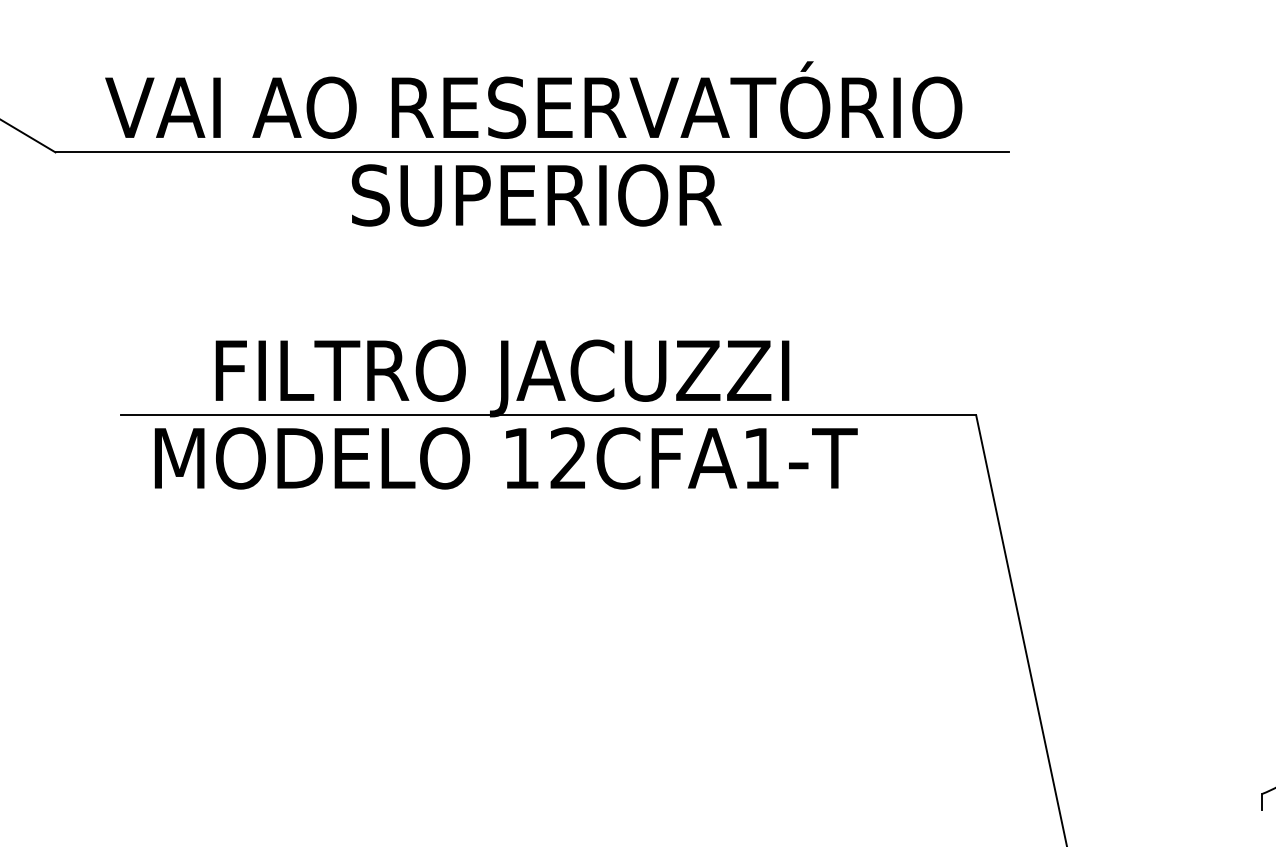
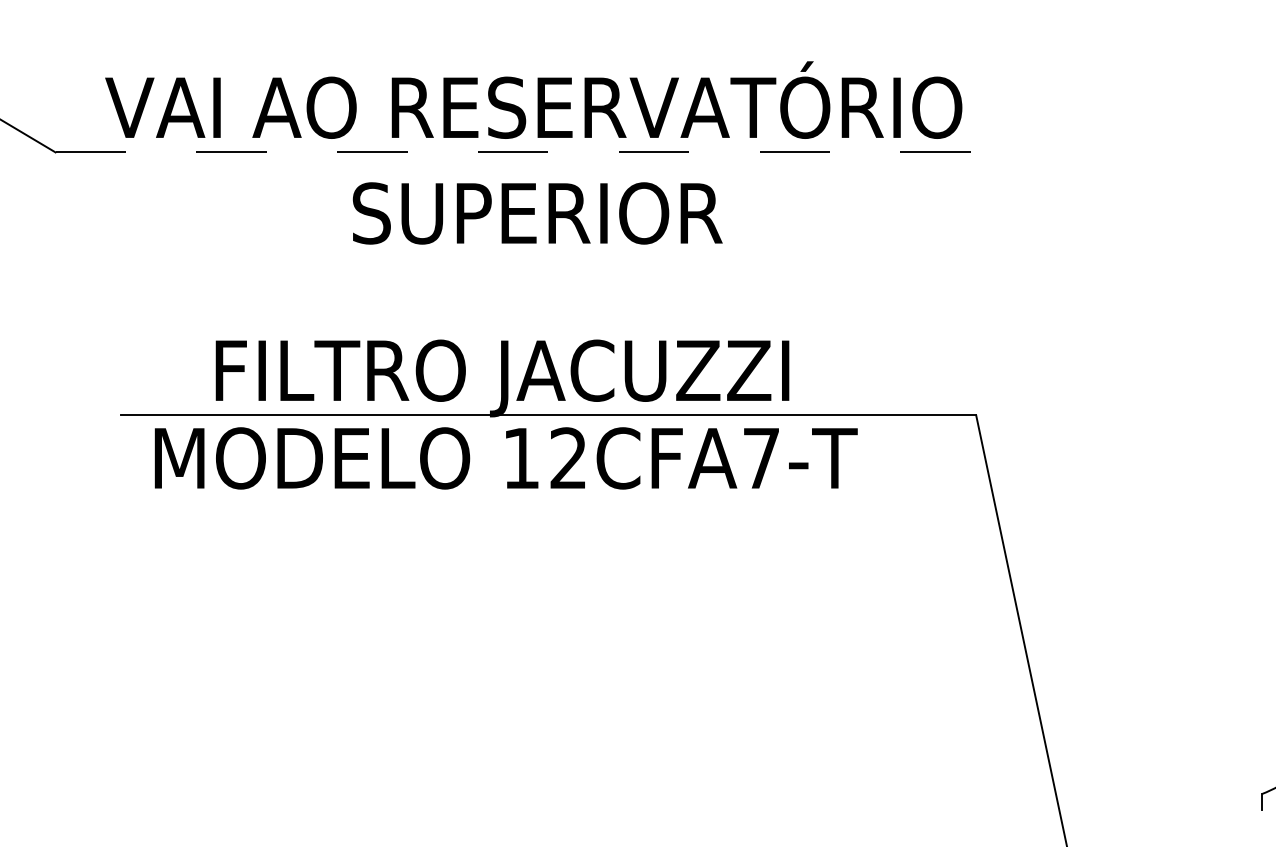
line at (532, 152): solid -> dashed
text at (536, 195) position: (536, 195) -> (537, 213)
text at (761, 458): 12CFA1-T -> 12CFA7-T
